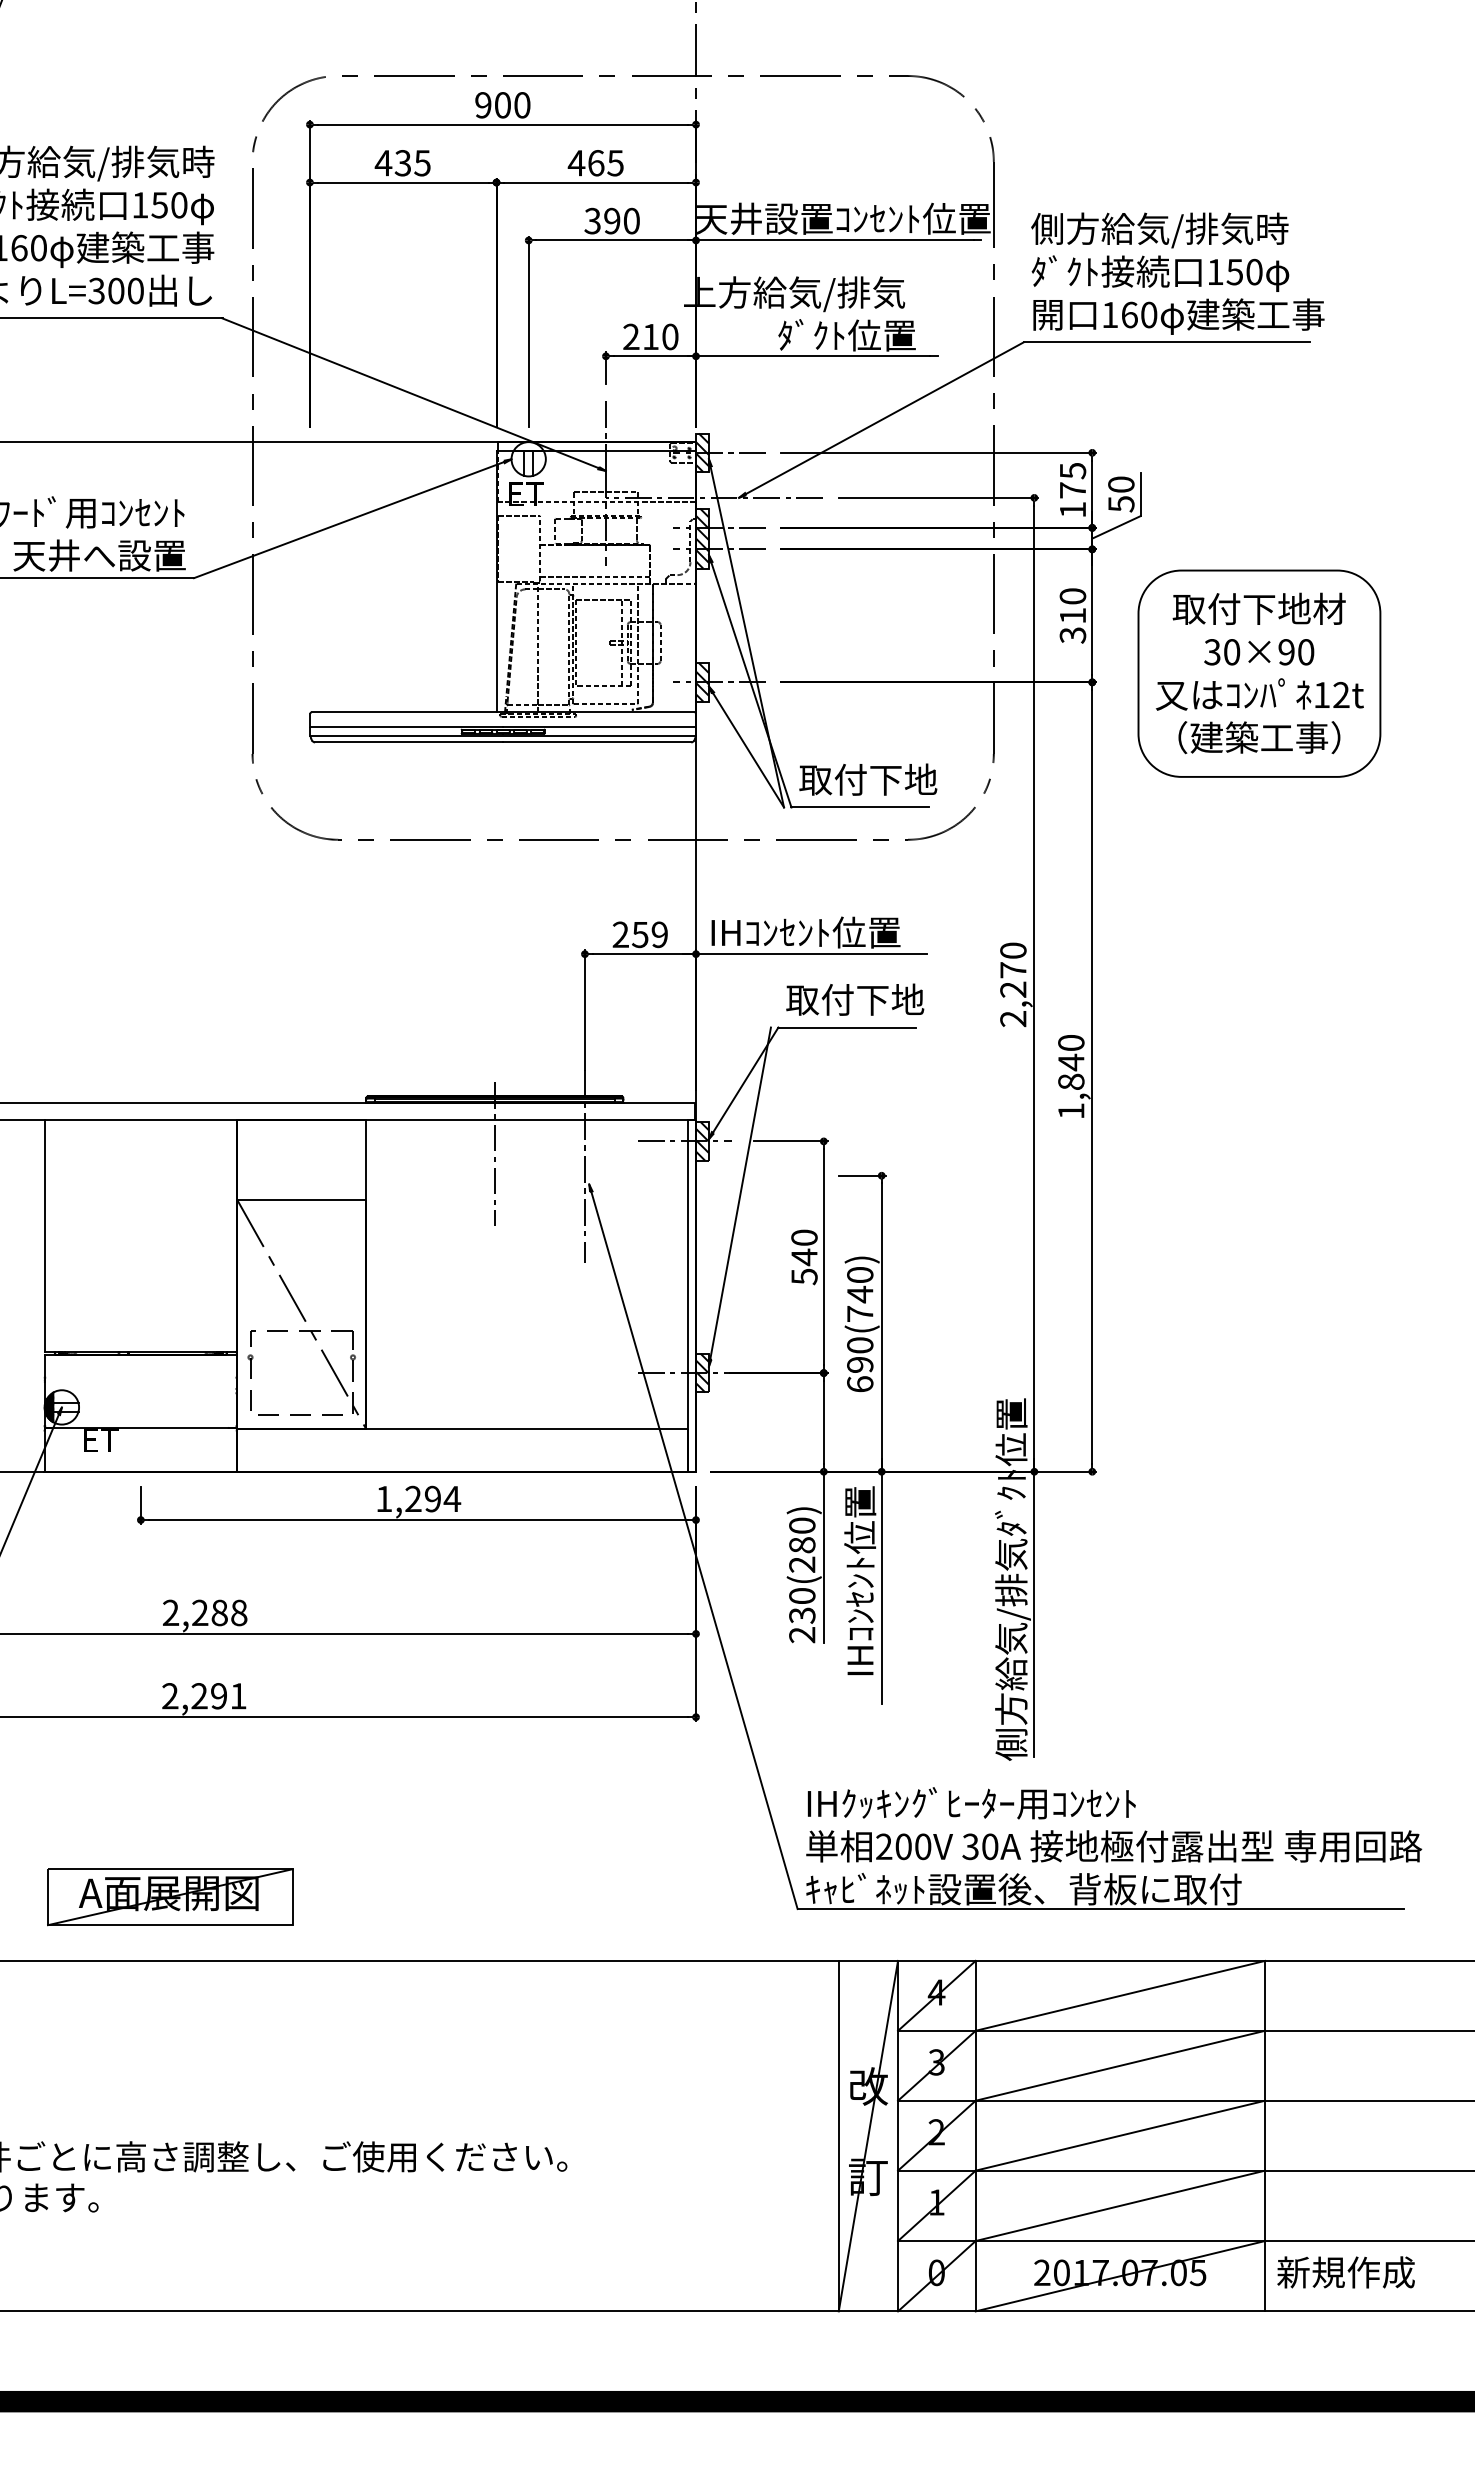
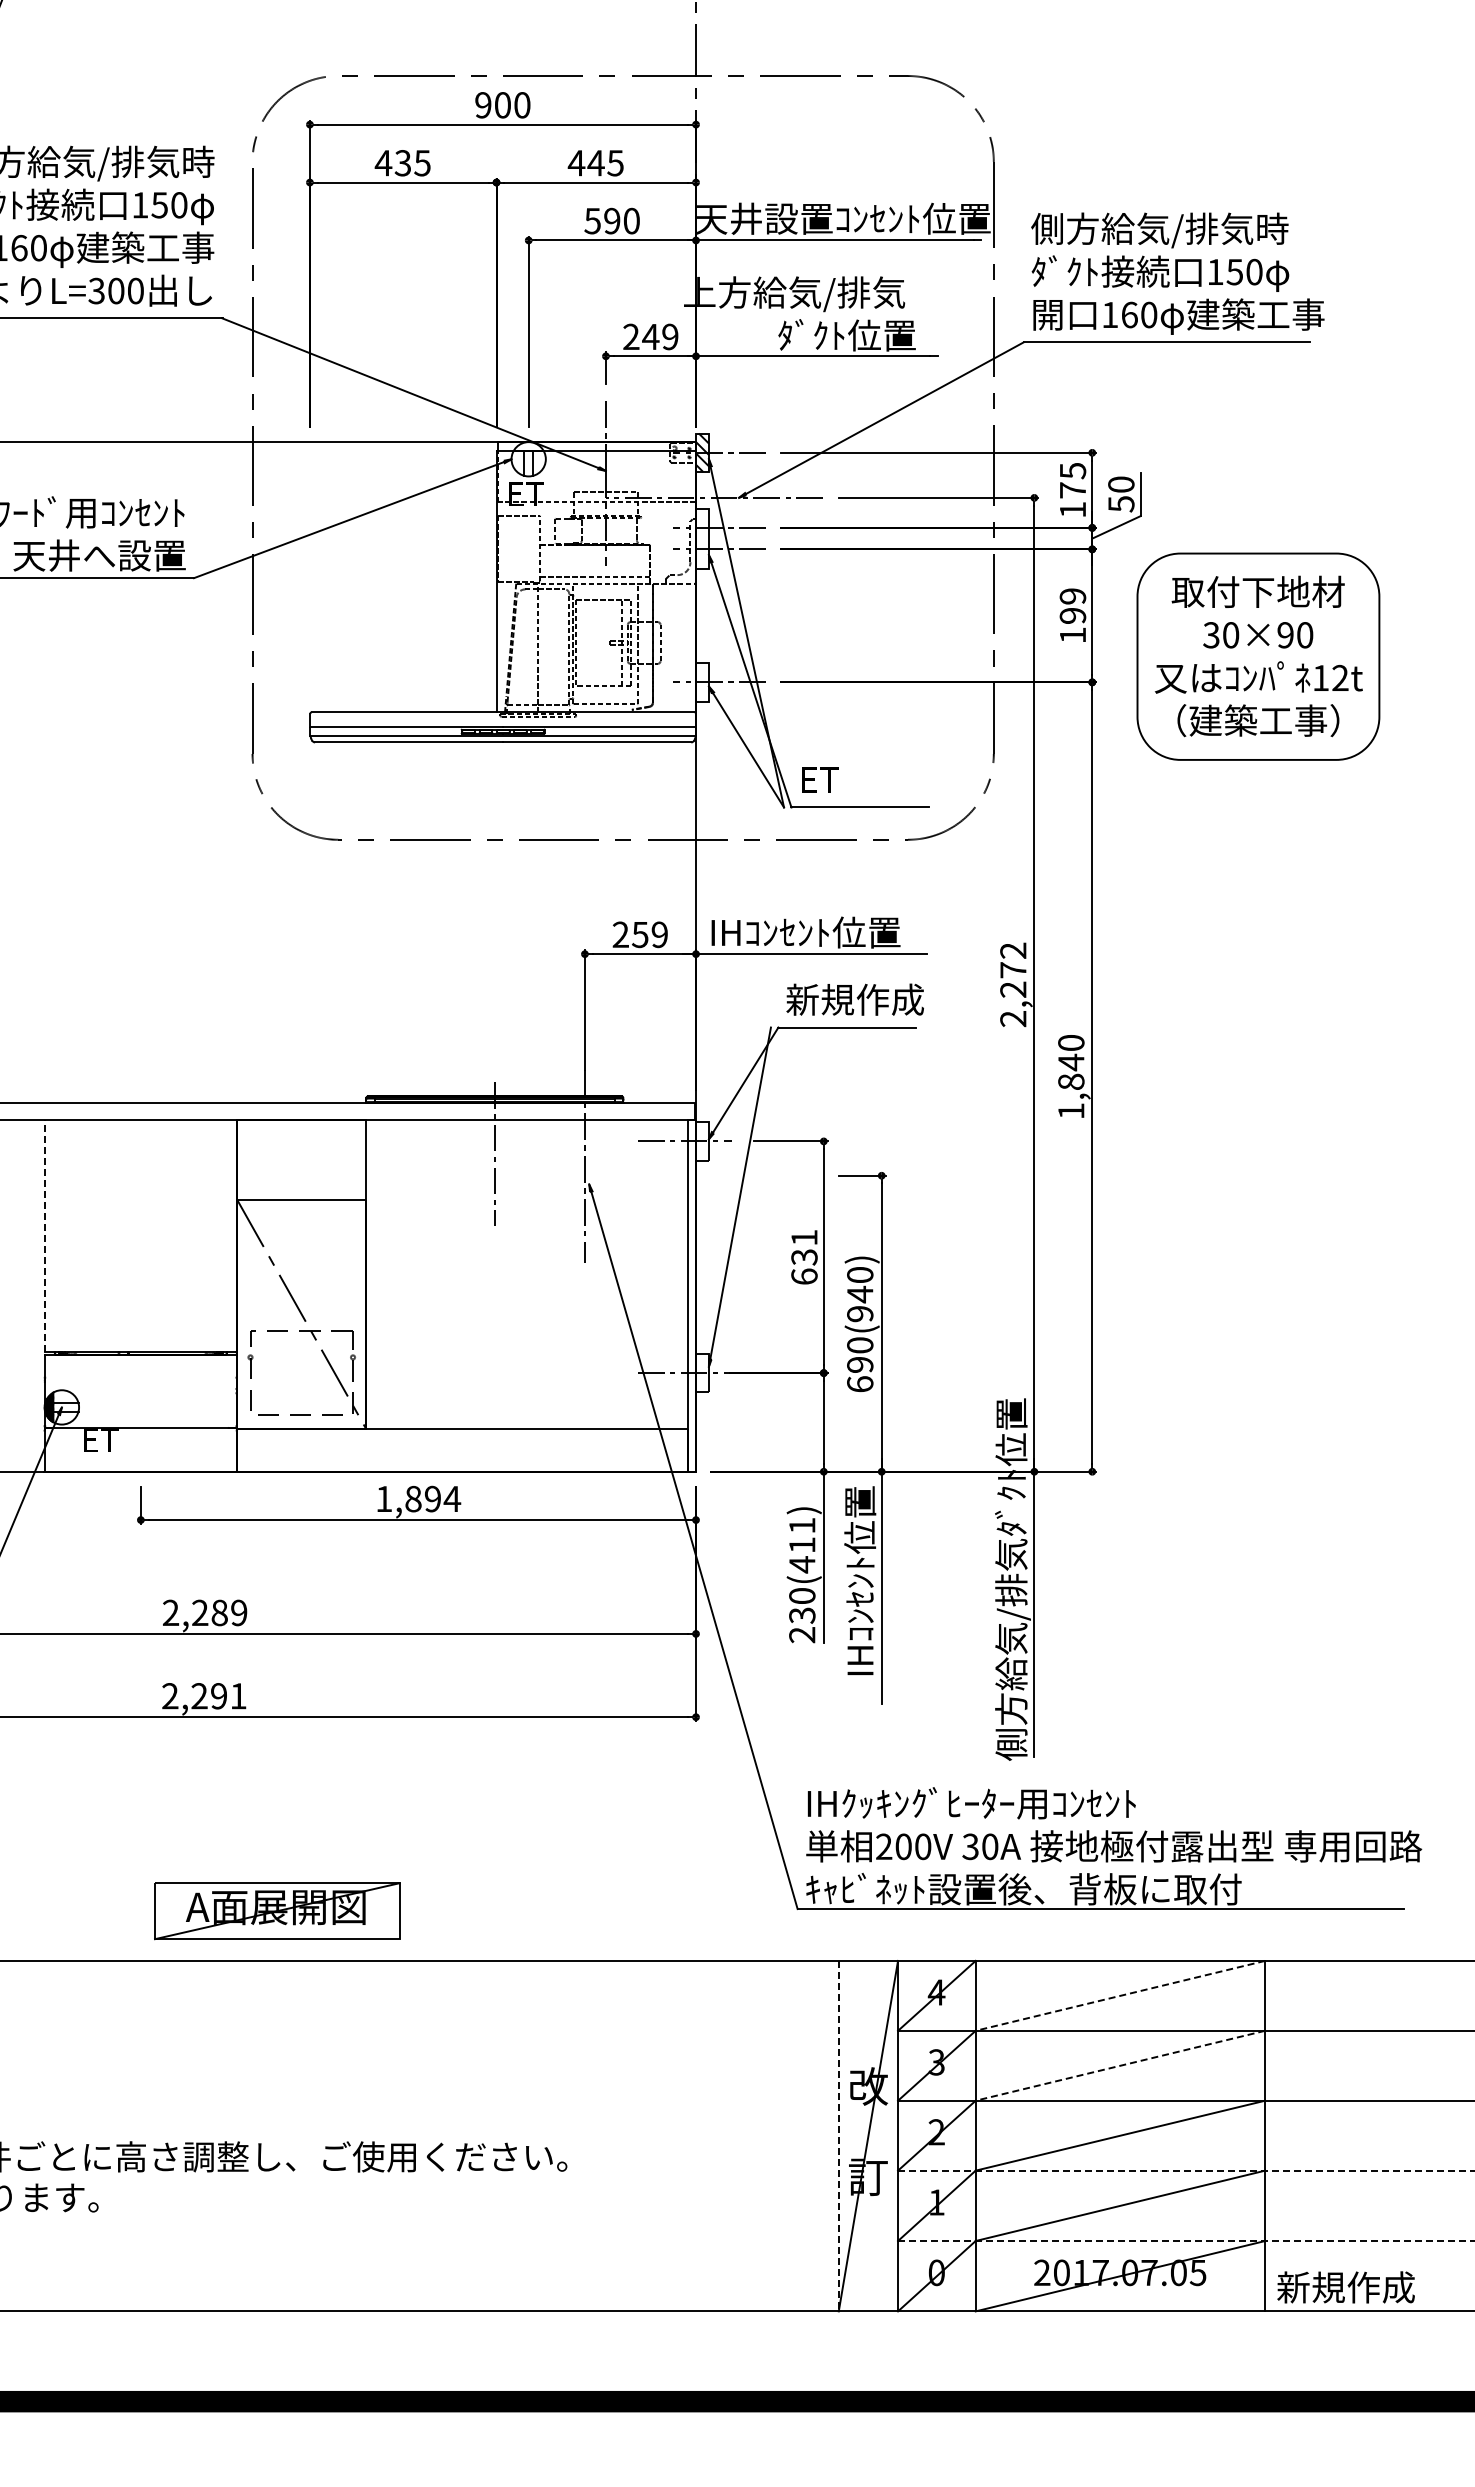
text at (595, 163): 465 -> 445
text at (592, 220): 390 -> 590
text at (660, 336): 210 -> 249
hatch at (702, 538): present -> none
text at (1072, 615): 310 -> 199
part at (1259, 673) position: (1259, 673) -> (1258, 656)
hatch at (702, 682): present -> none
text at (868, 779): 取付下地 -> ET
text at (1013, 950): 2,270 -> 2,272
text at (855, 999): 取付下地 -> 新規作成
hatch at (702, 1141): present -> none
line at (45, 1235): solid -> dashed
text at (804, 1257): 540 -> 631
text at (860, 1314): 690(740) -> 690(940)
hatch at (702, 1372): present -> none
text at (413, 1498): 1,294 -> 1,894
text at (802, 1545): 230(280) -> 230(411)
text at (239, 1612): 2,288 -> 2,289
part at (170, 1897) position: (170, 1897) -> (277, 1911)
line at (1120, 1995): solid -> dashed
line at (1120, 2065): solid -> dashed
line at (838, 2136): solid -> dashed
line at (1186, 2170): solid -> dashed
line at (1186, 2241): solid -> dashed
text at (1345, 2272) position: (1345, 2272) -> (1345, 2287)
